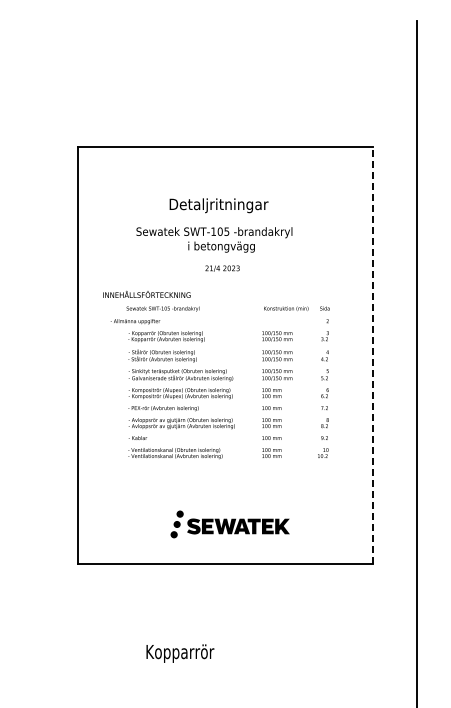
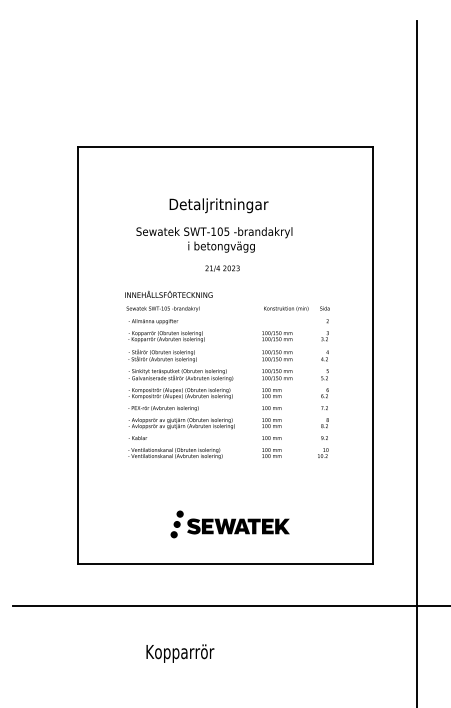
text at (146, 293) position: (146, 293) -> (168, 293)
text at (135, 321) position: (135, 321) -> (153, 321)
line at (372, 355): dashed -> solid
line at (230, 606): none -> present
